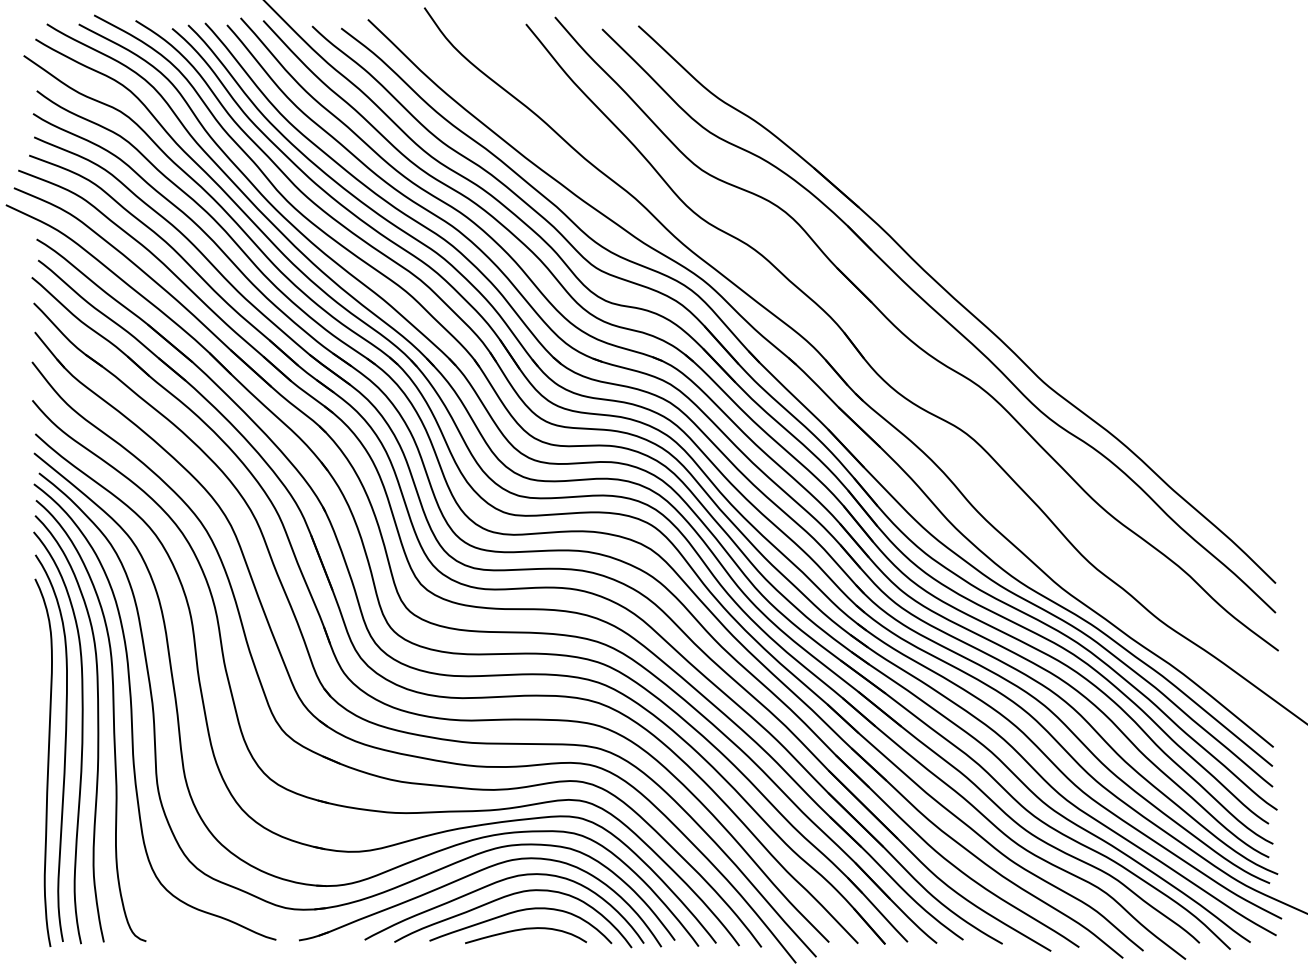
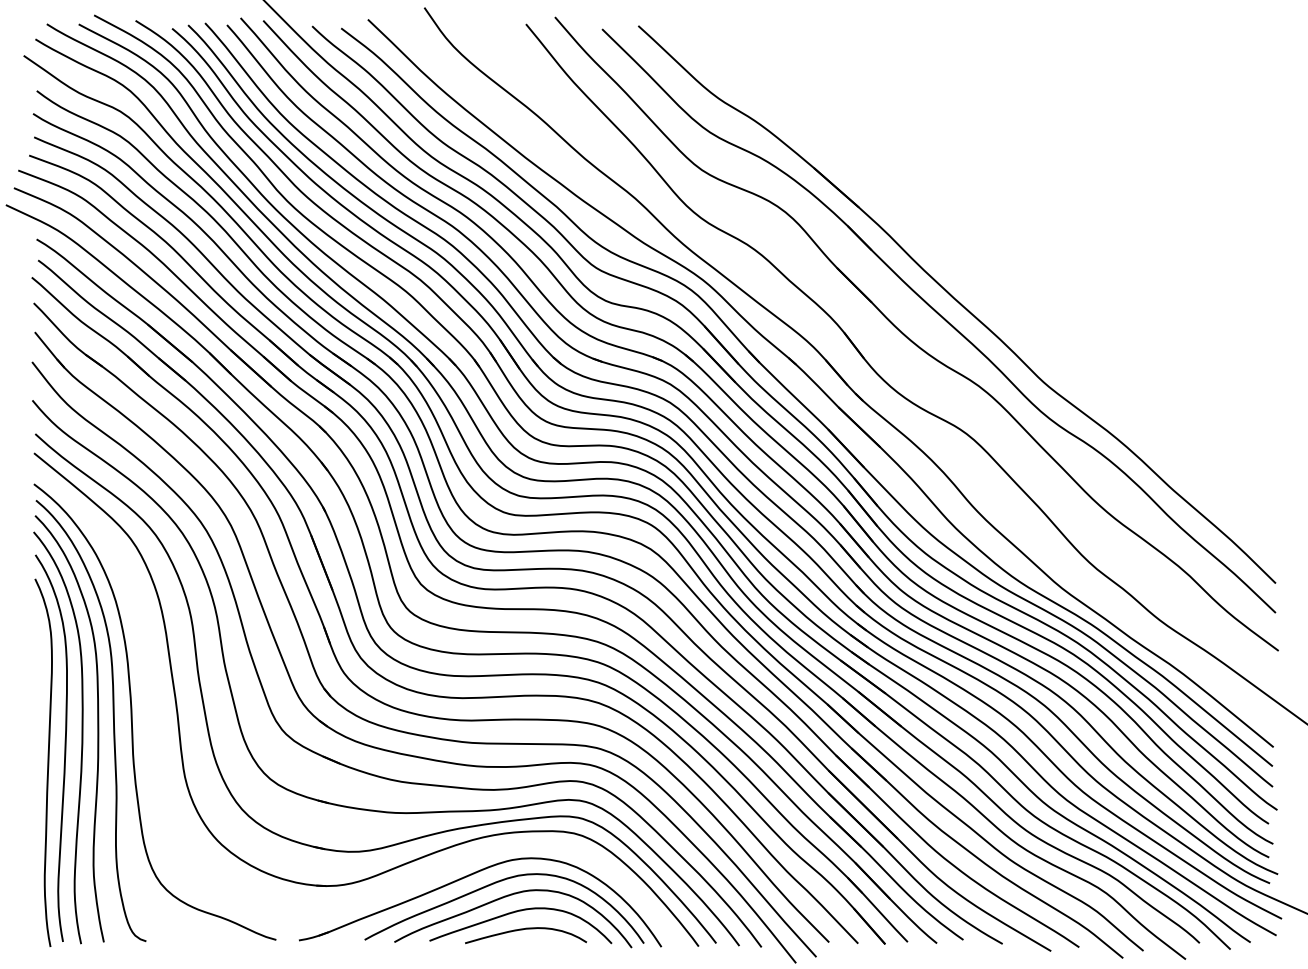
part at (424, 874): present -> none
